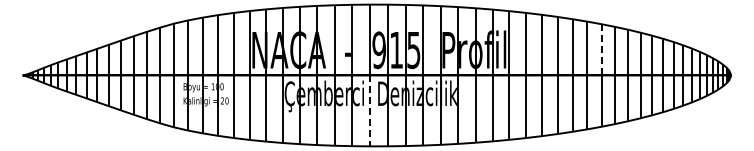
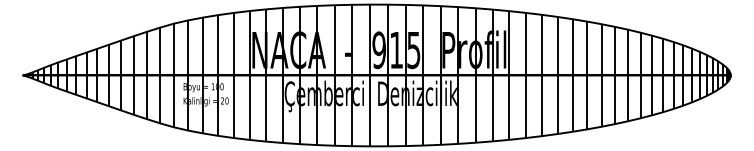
line at (601, 49): dashed -> solid
line at (370, 111): dashed -> solid
